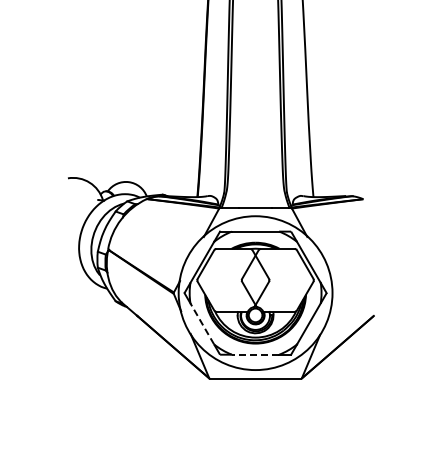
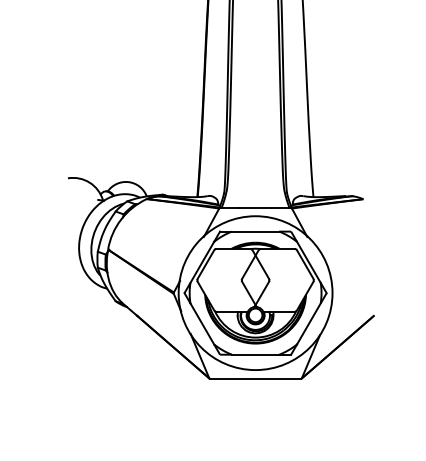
line at (202, 323): dashed -> solid
line at (255, 354): dashed -> solid
